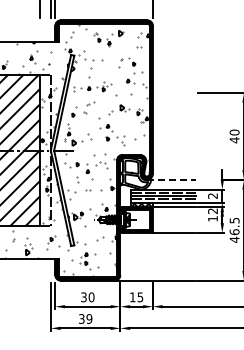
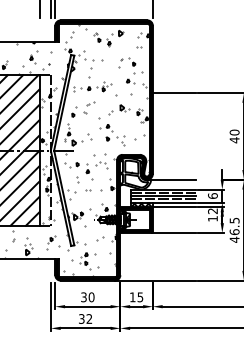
line at (174, 93): none -> present
line at (172, 179): dashed -> solid
text at (212, 195): 2 -> 6
text at (89, 318): 39 -> 32
